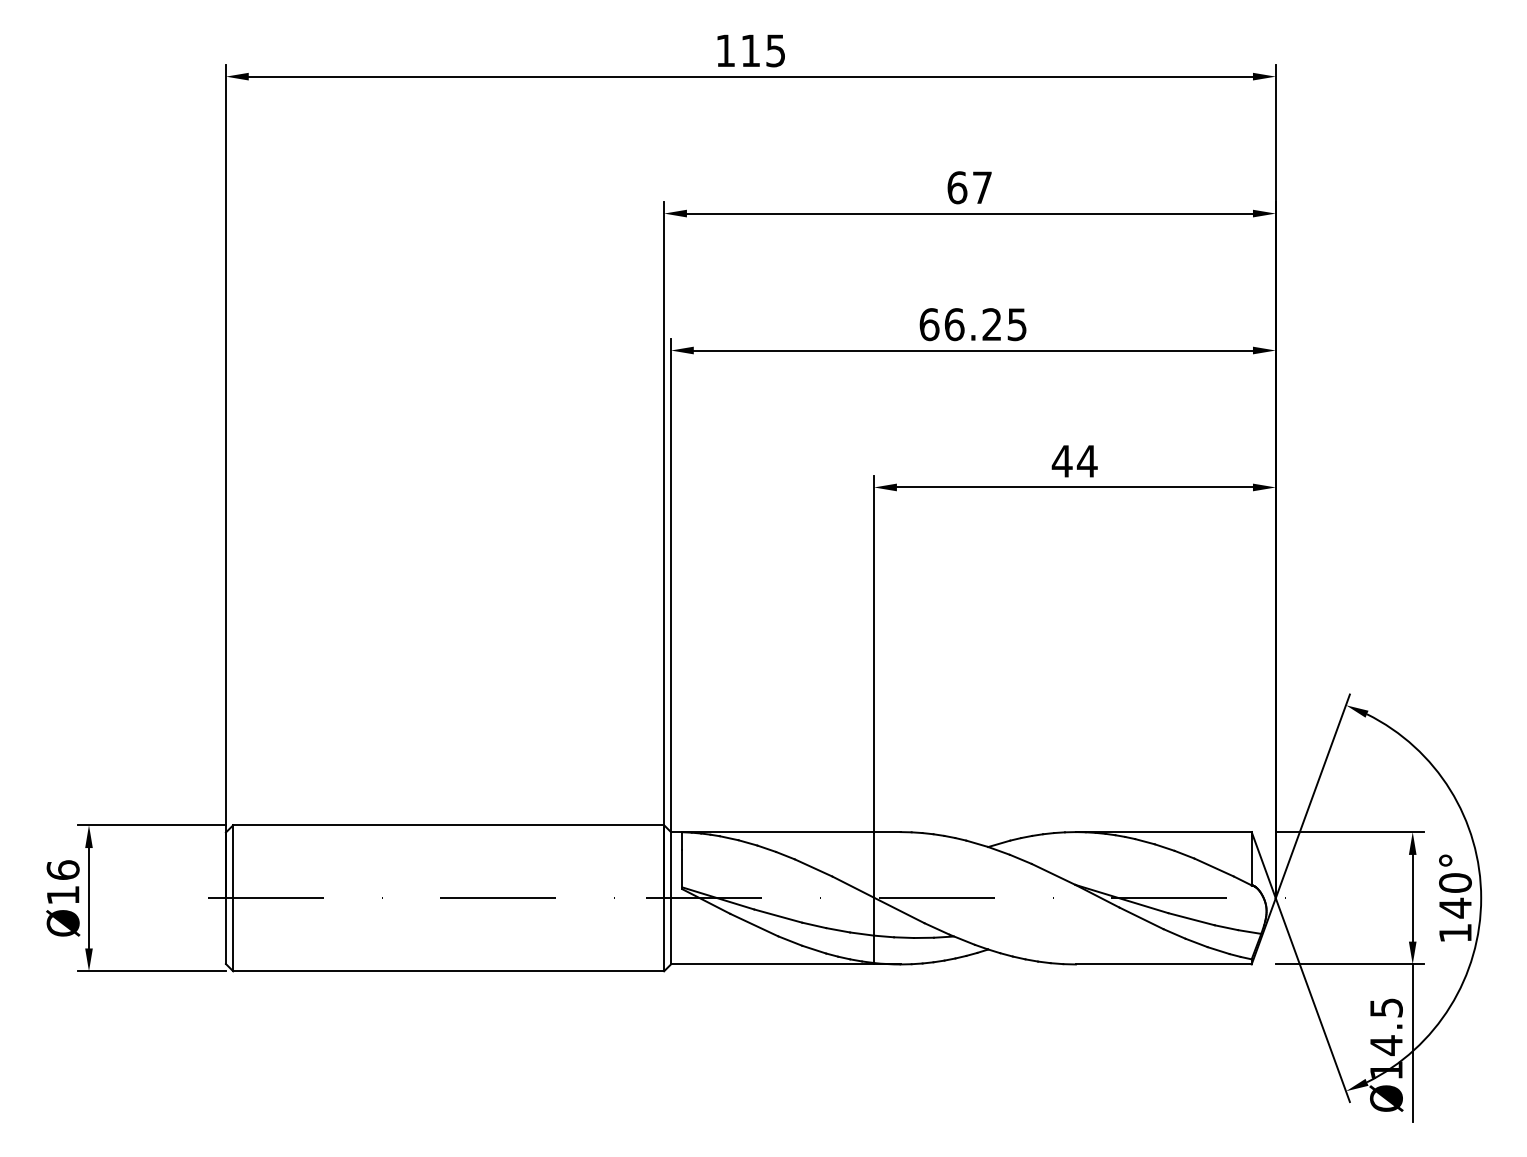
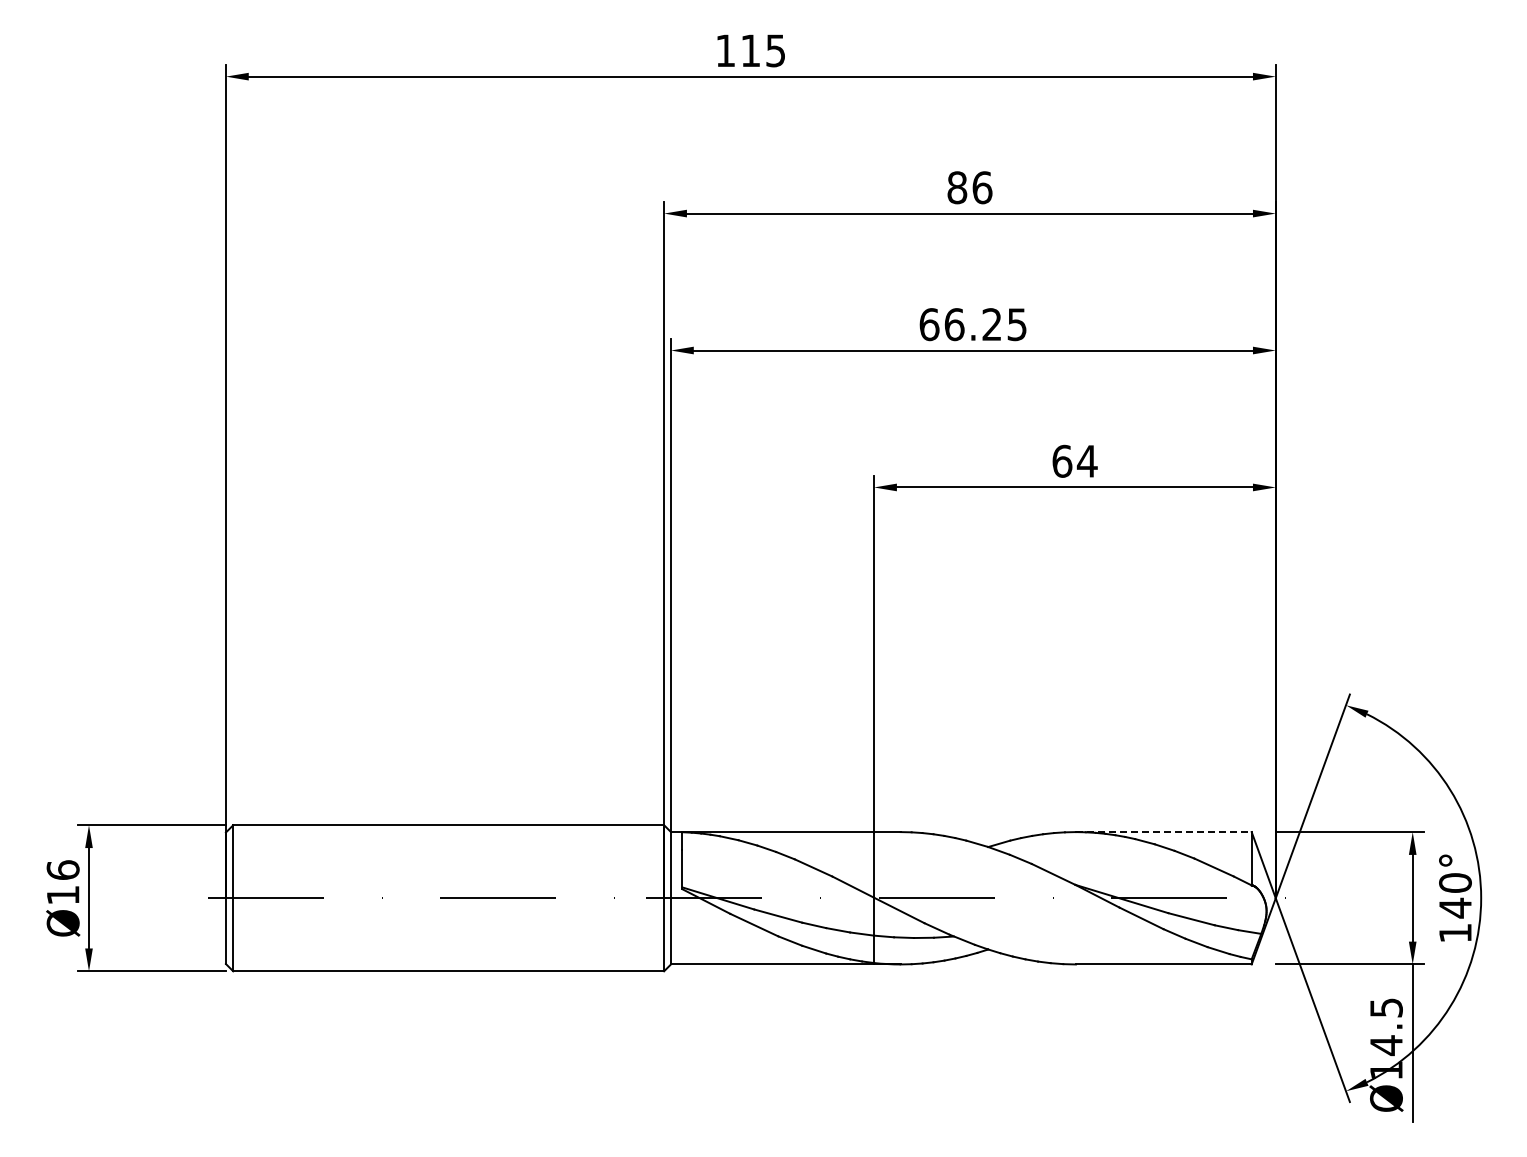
text at (969, 187): 67 -> 86
text at (1061, 460): 44 -> 64
line at (1163, 832): solid -> dashed
